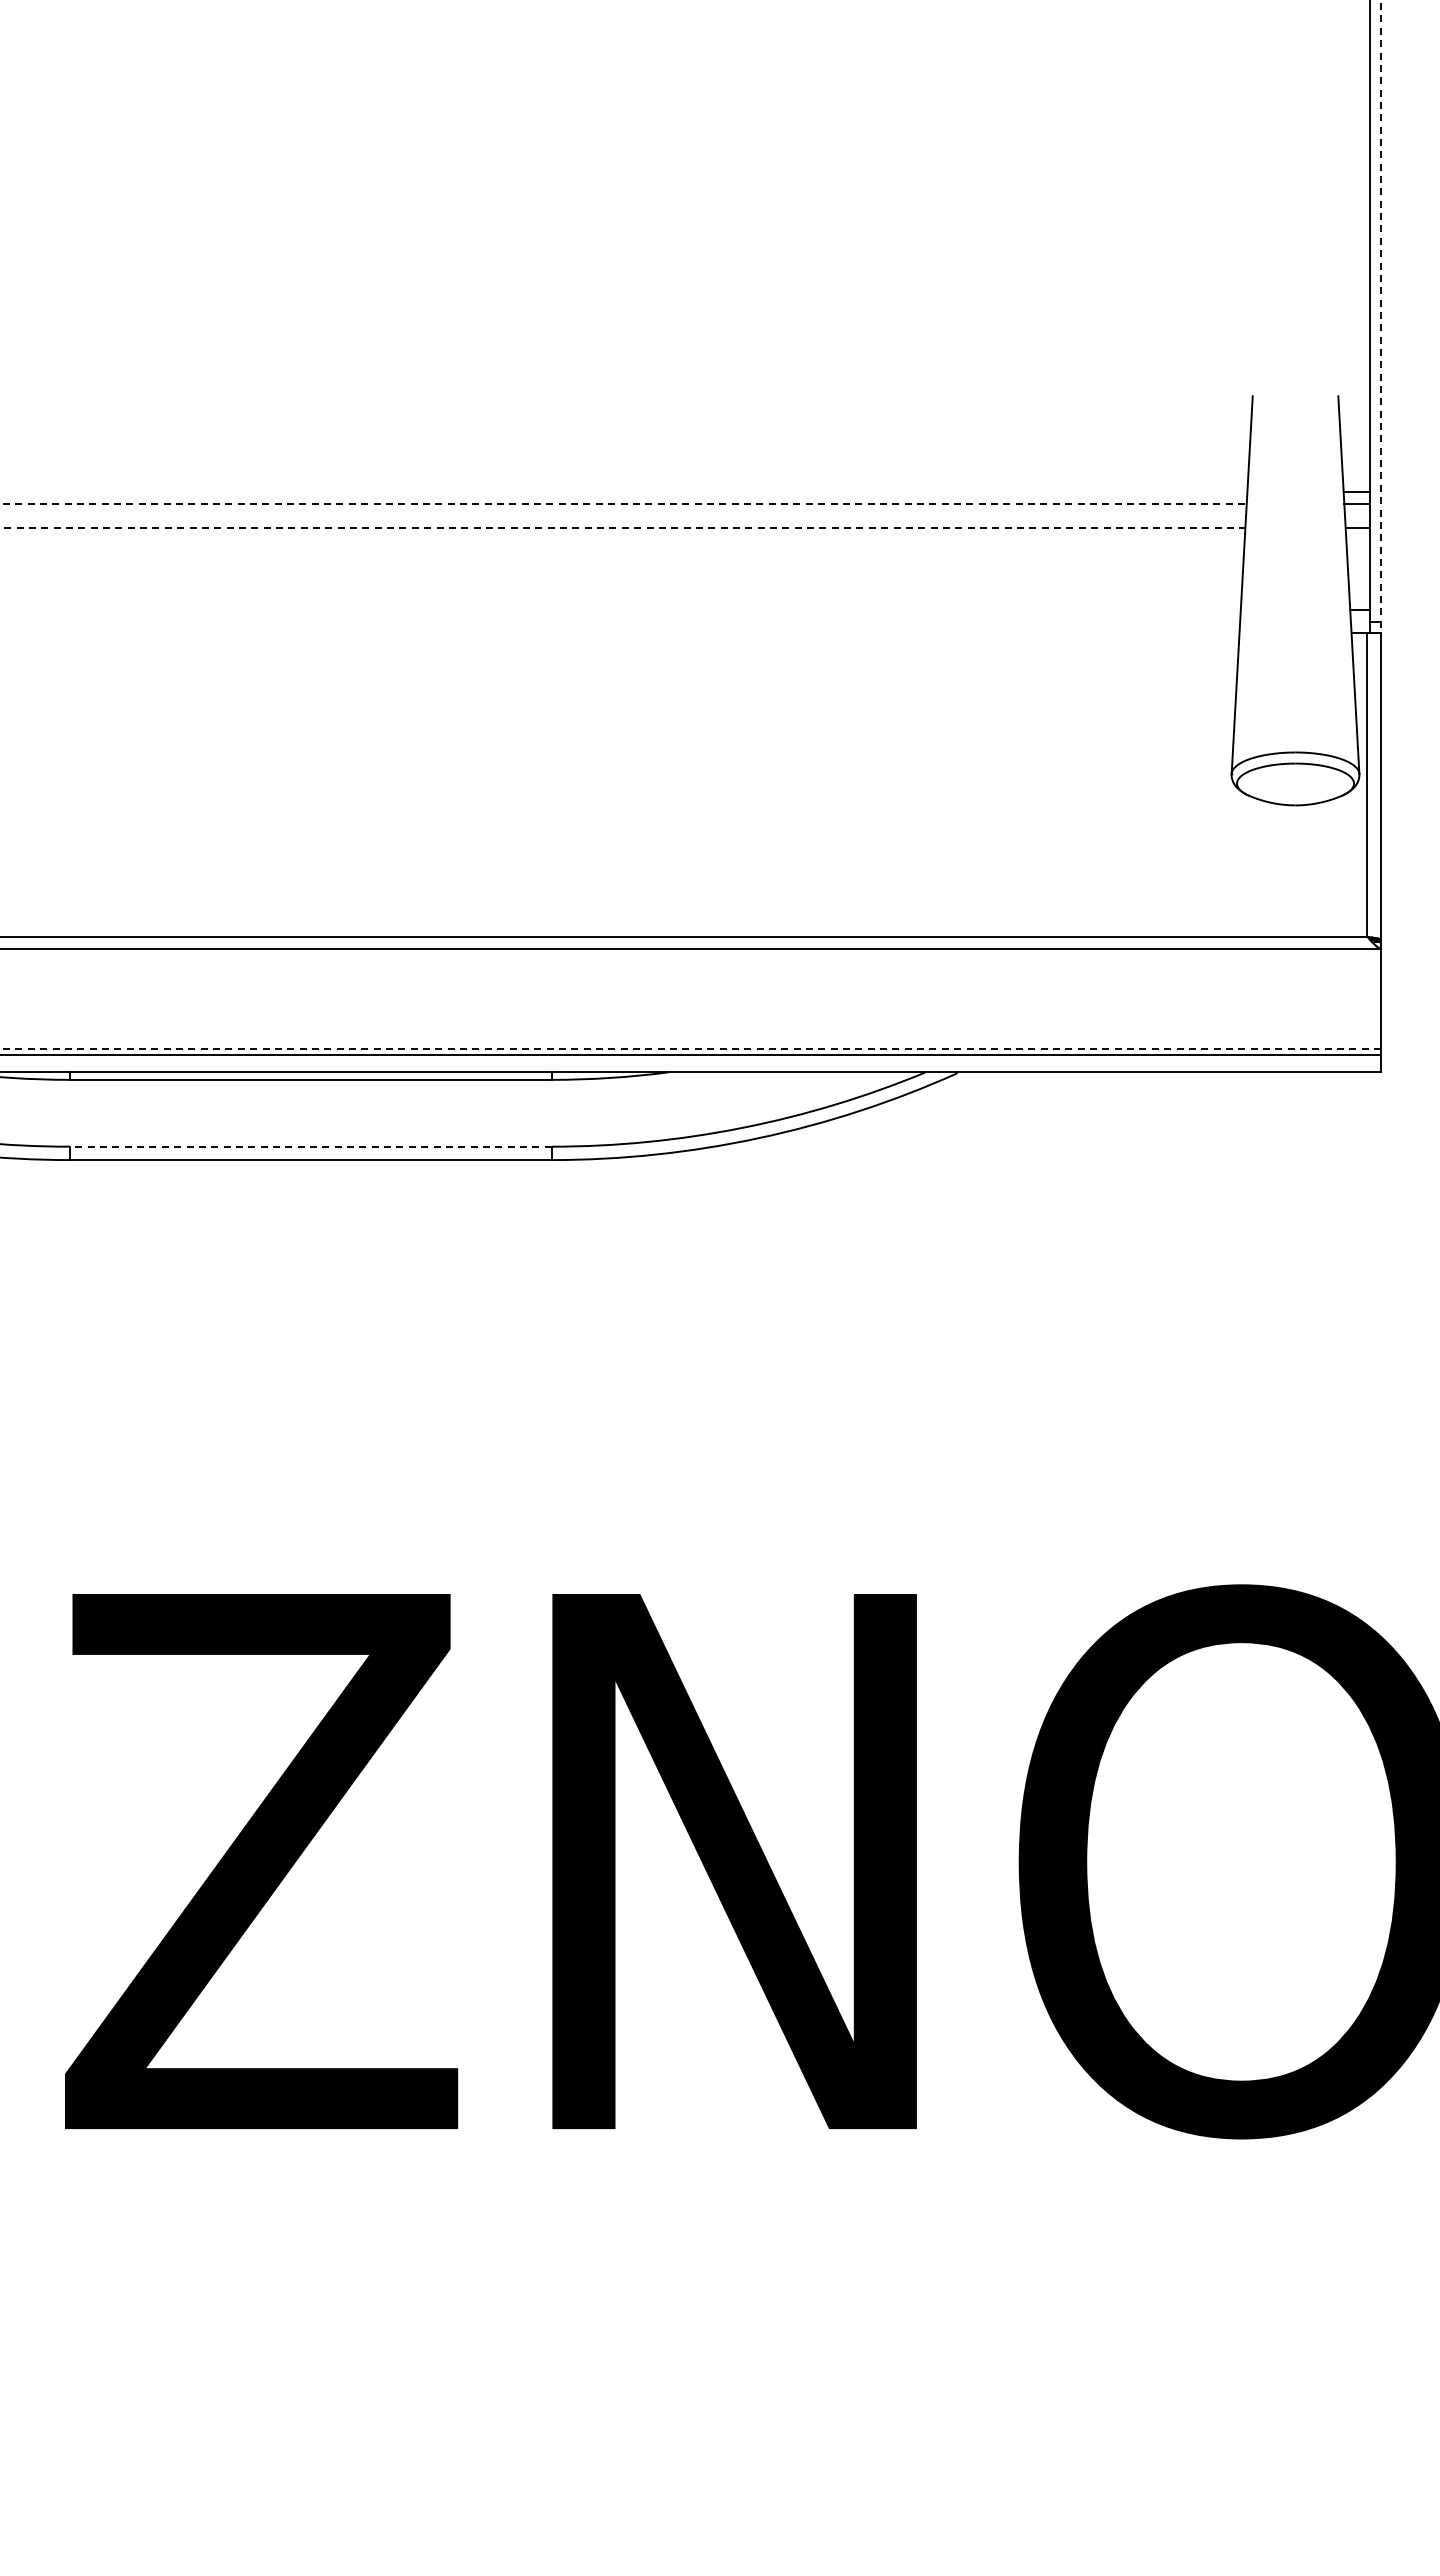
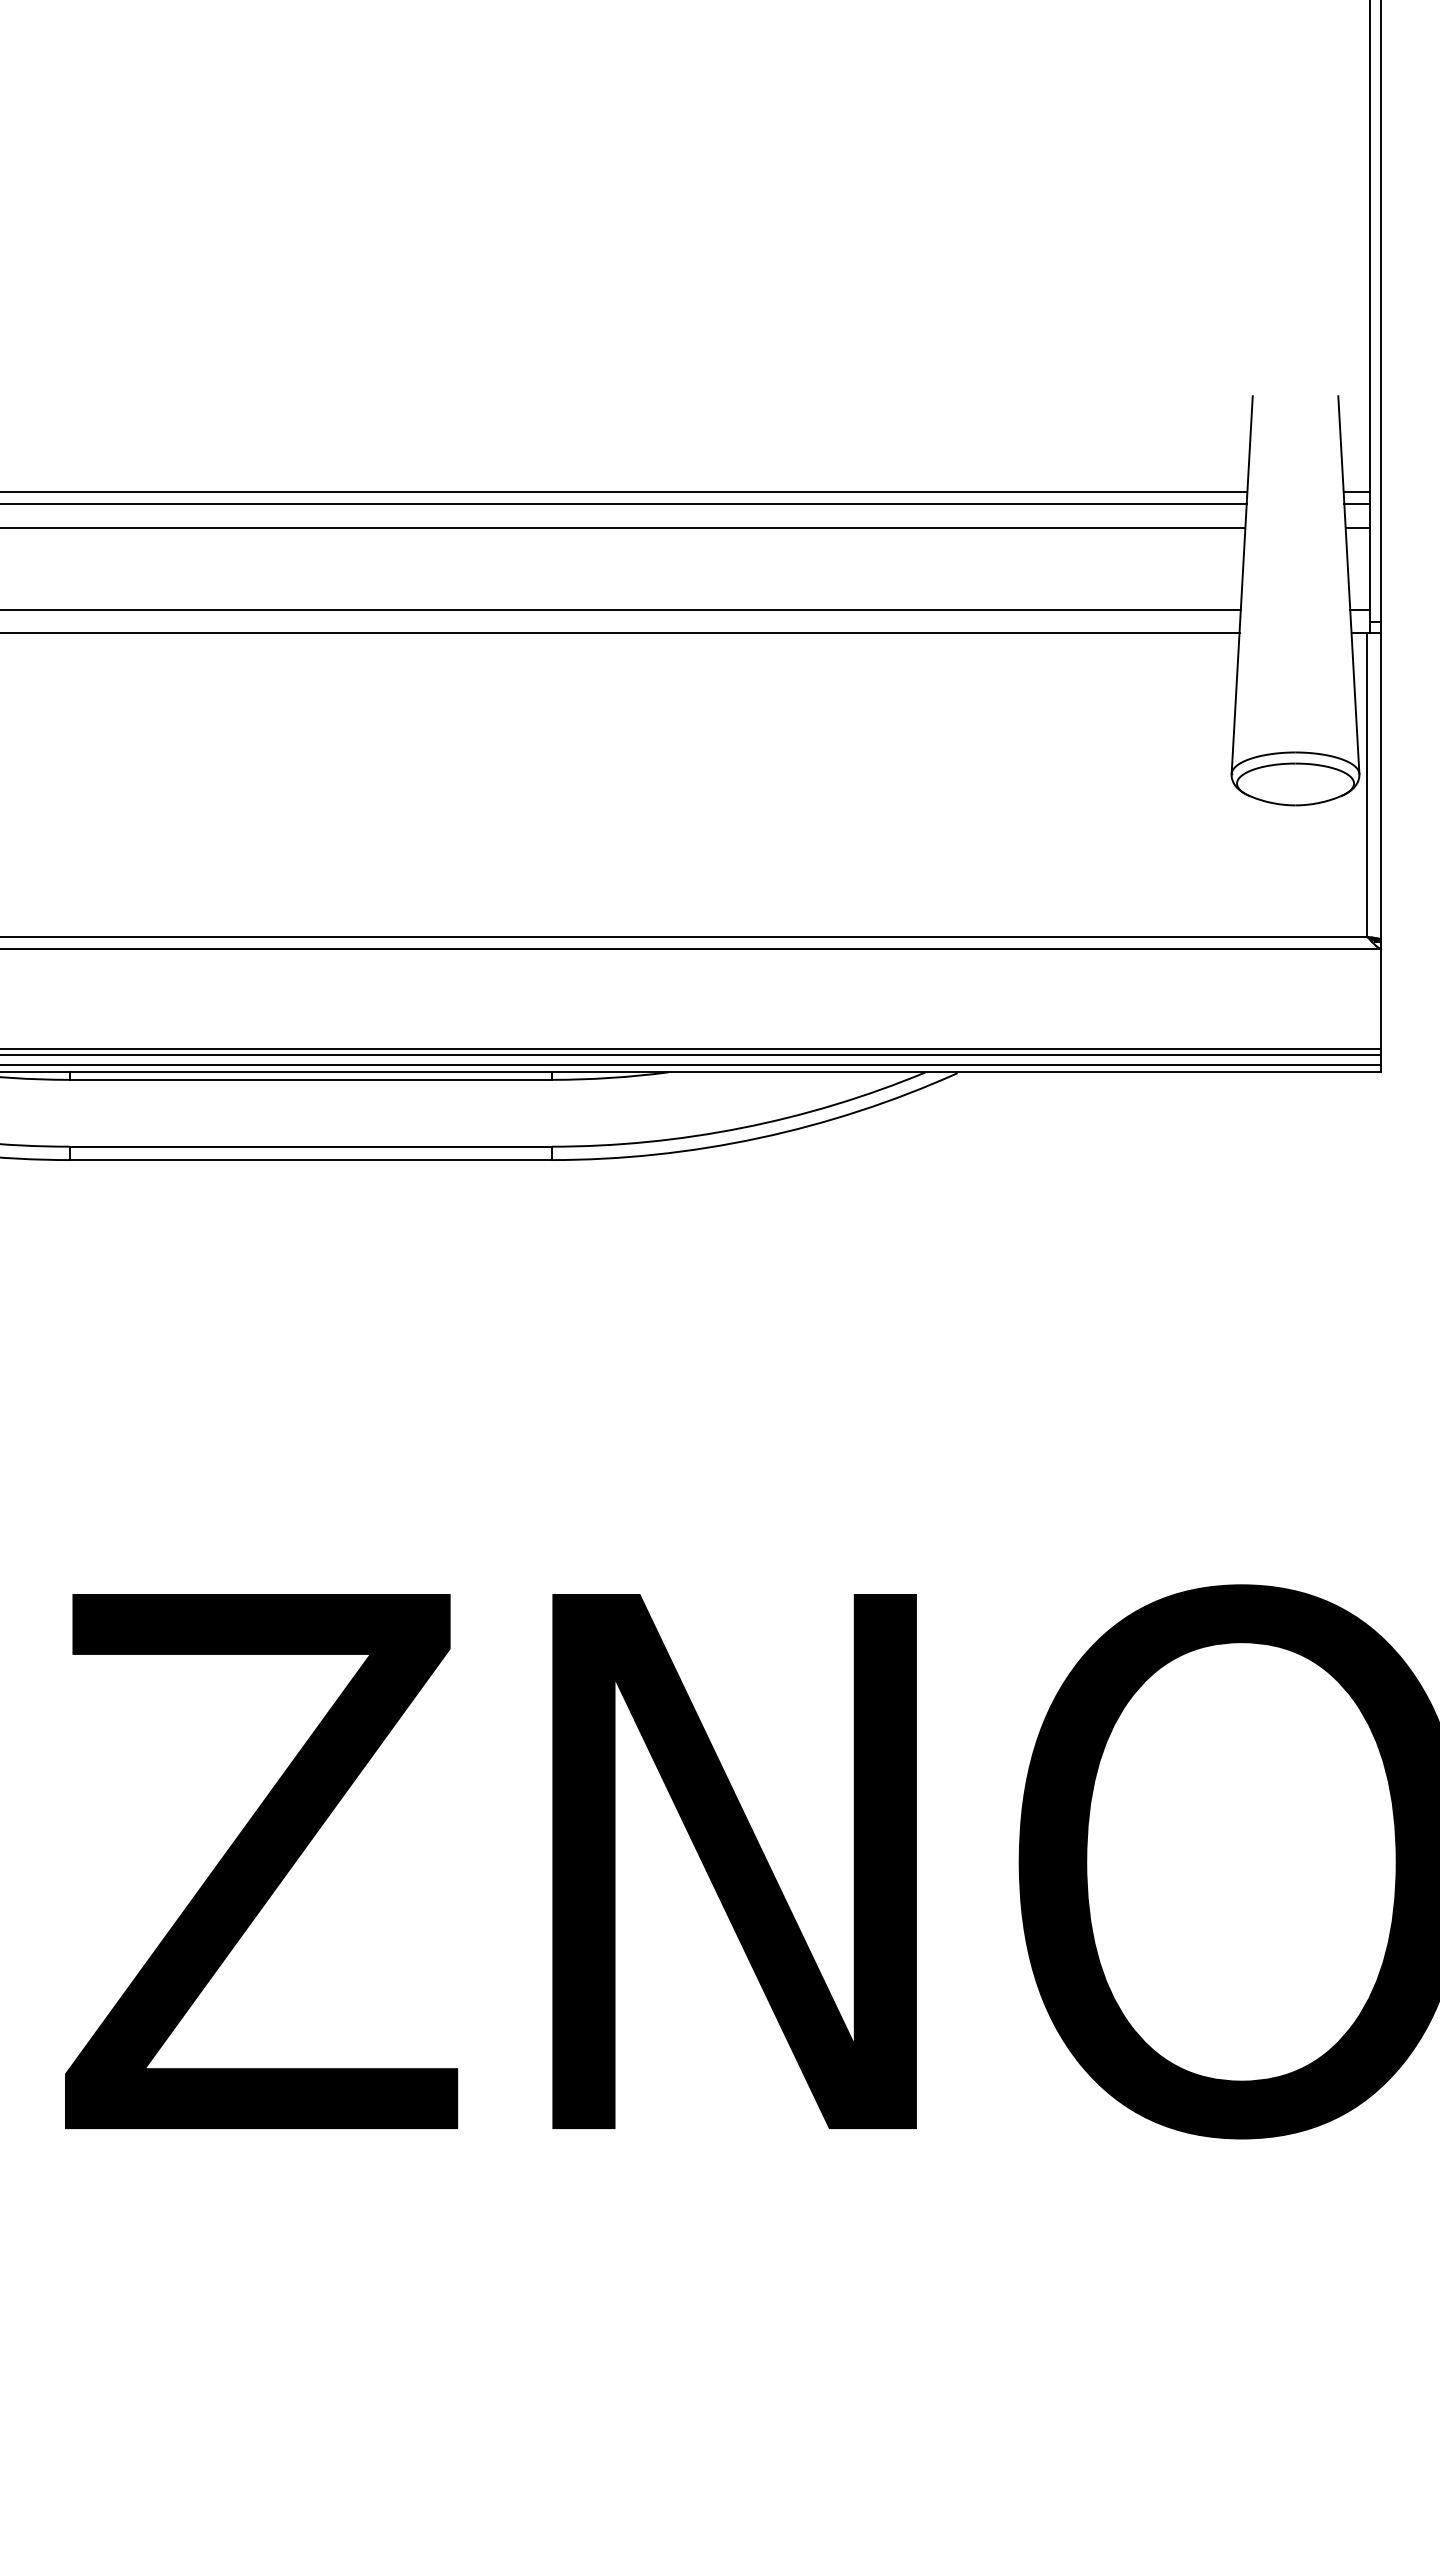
line at (1381, 316): dashed -> solid
line at (624, 491): none -> present
line at (623, 504): dashed -> solid
line at (623, 527): dashed -> solid
line at (621, 609): none -> present
line at (620, 632): none -> present
line at (690, 1049): dashed -> solid
line at (691, 1064): none -> present
line at (310, 1146): dashed -> solid
